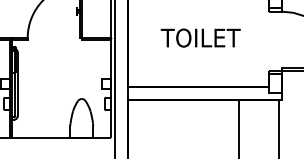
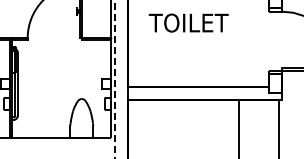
text at (200, 37) position: (200, 37) -> (188, 22)
line at (115, 79): solid -> dashed
